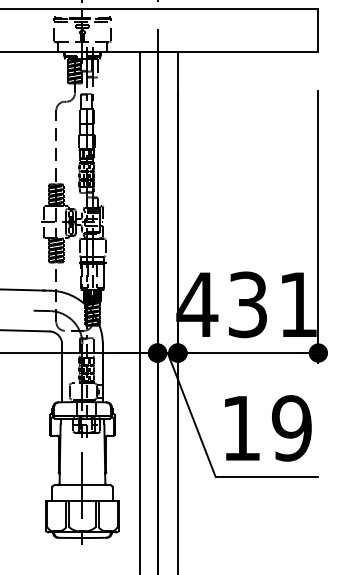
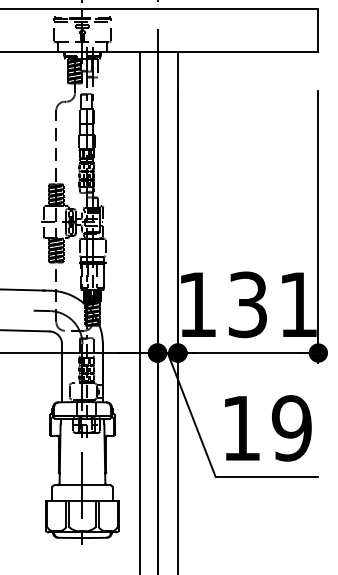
text at (197, 304): 431 -> 131
